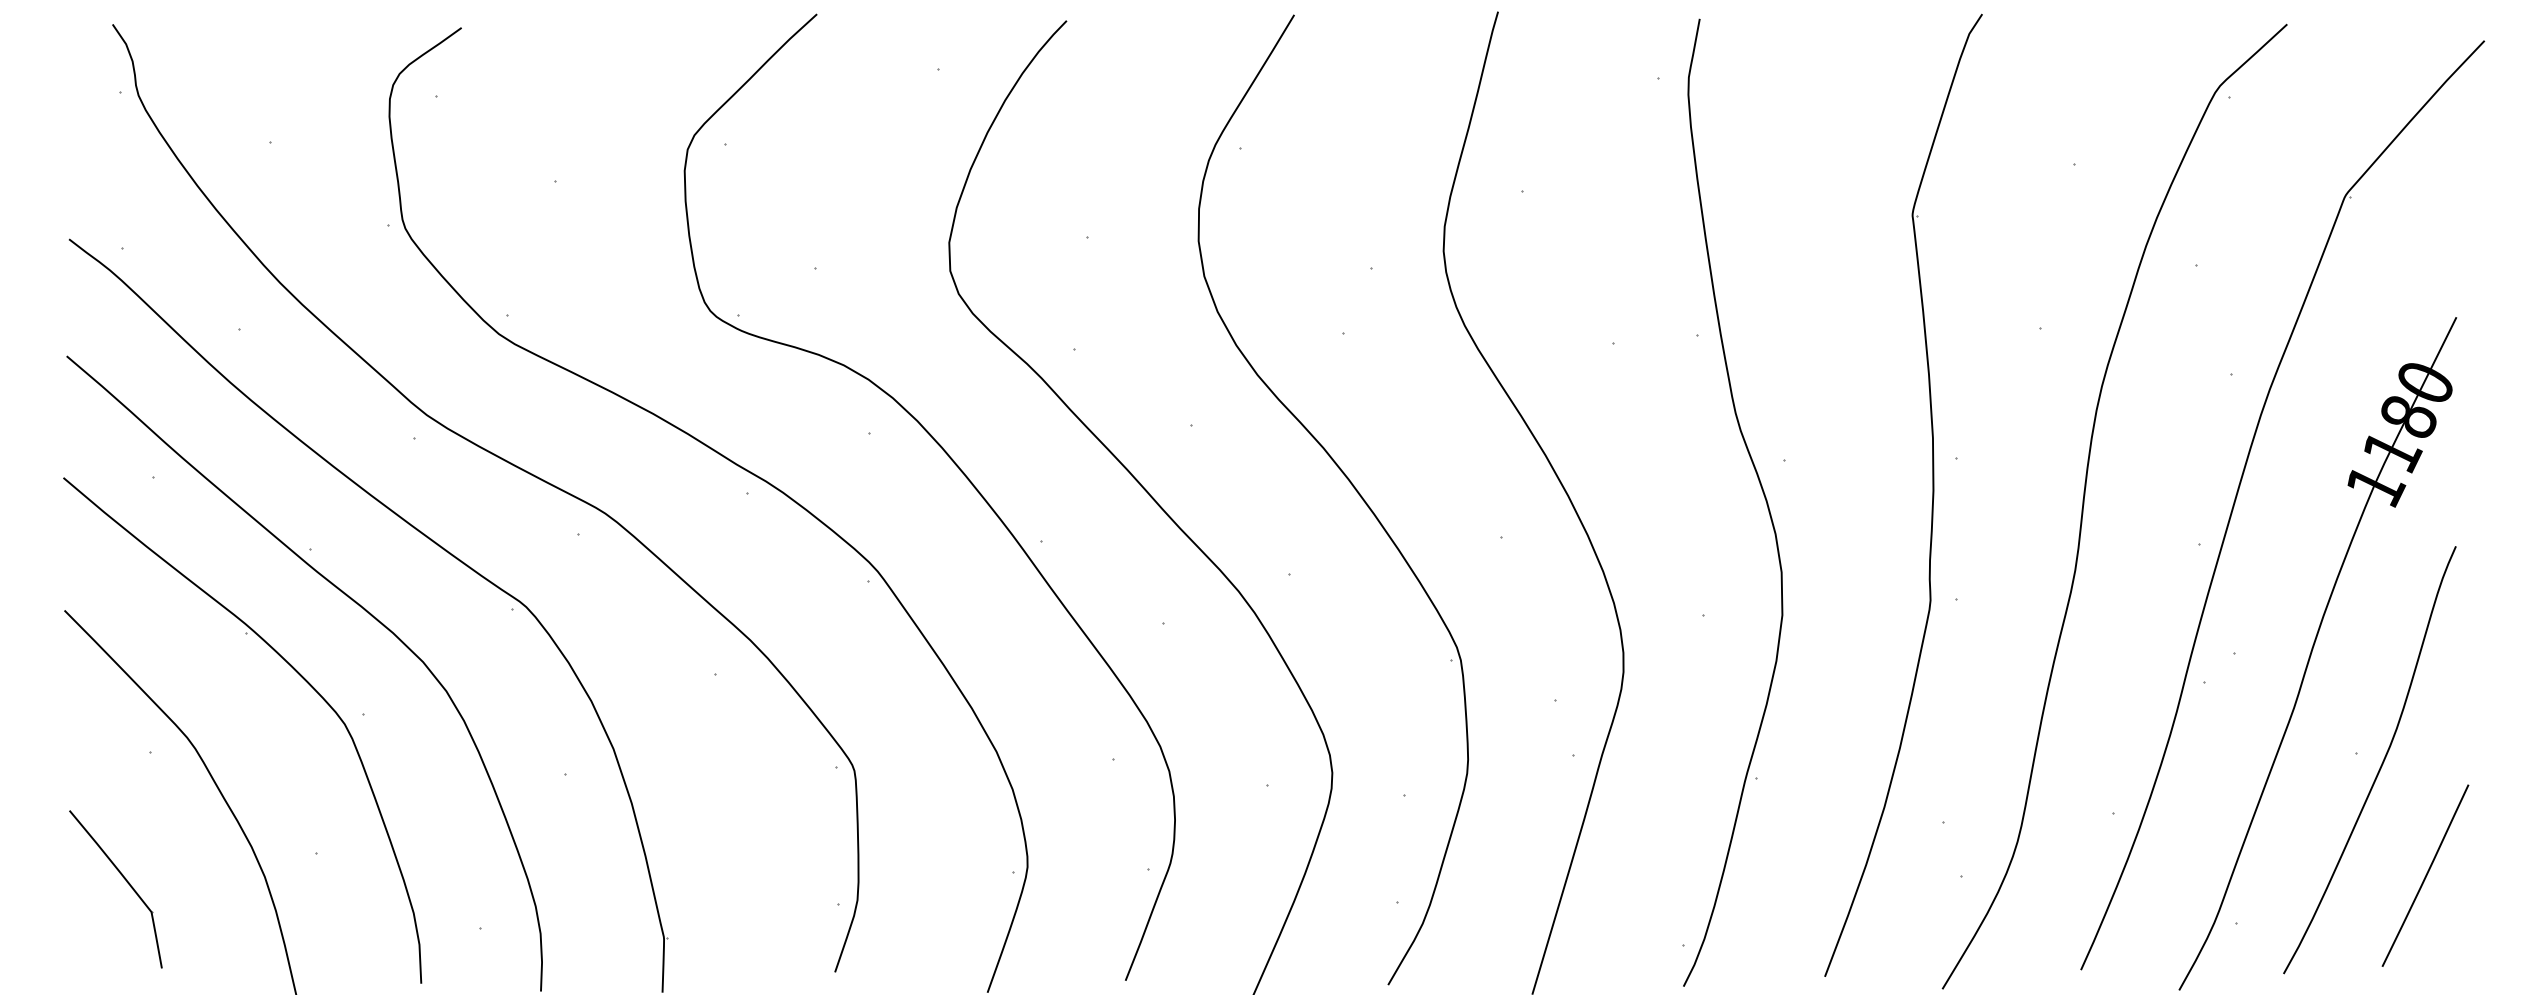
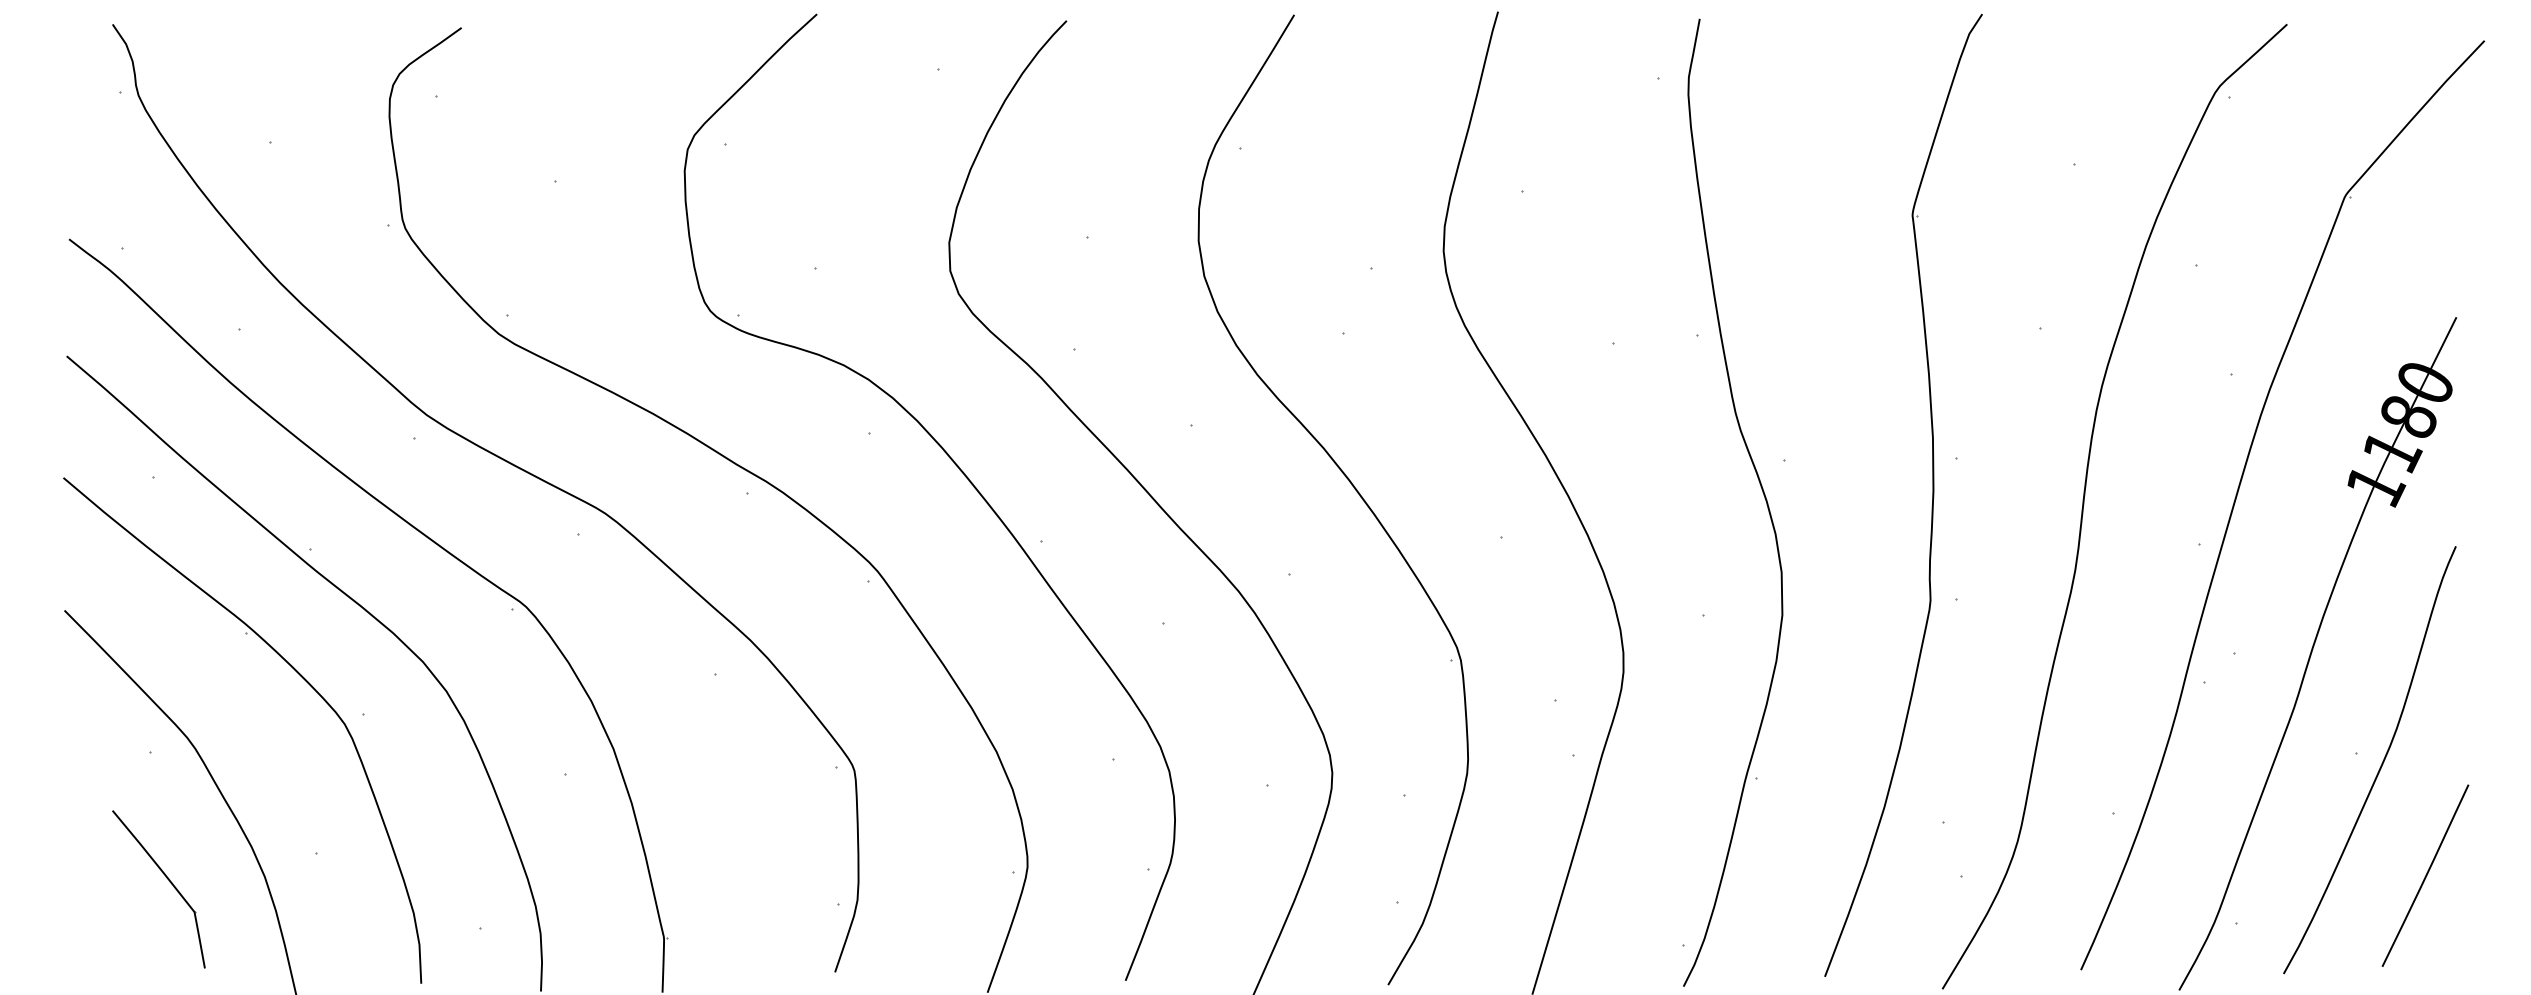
part at (126, 882) position: (126, 882) -> (169, 882)
